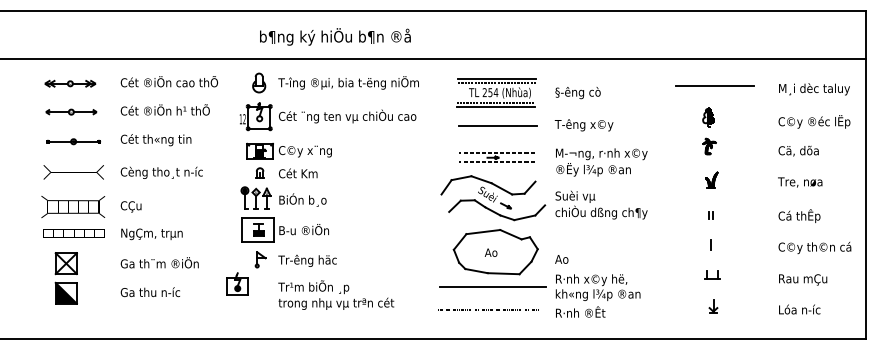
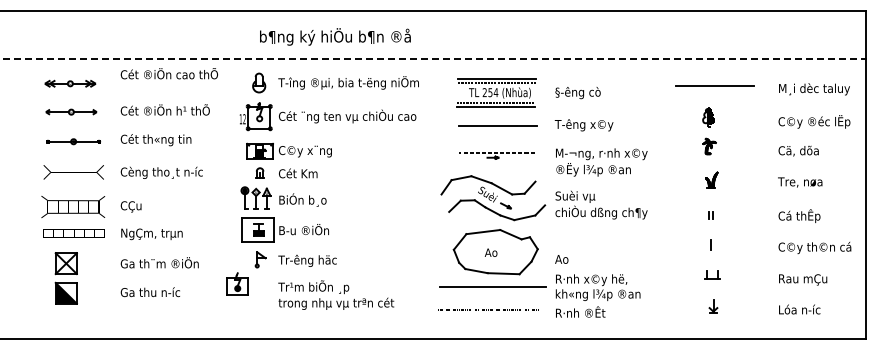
line at (433, 58): solid -> dashed
text at (168, 81) position: (168, 81) -> (168, 73)
line at (498, 161): present -> none
